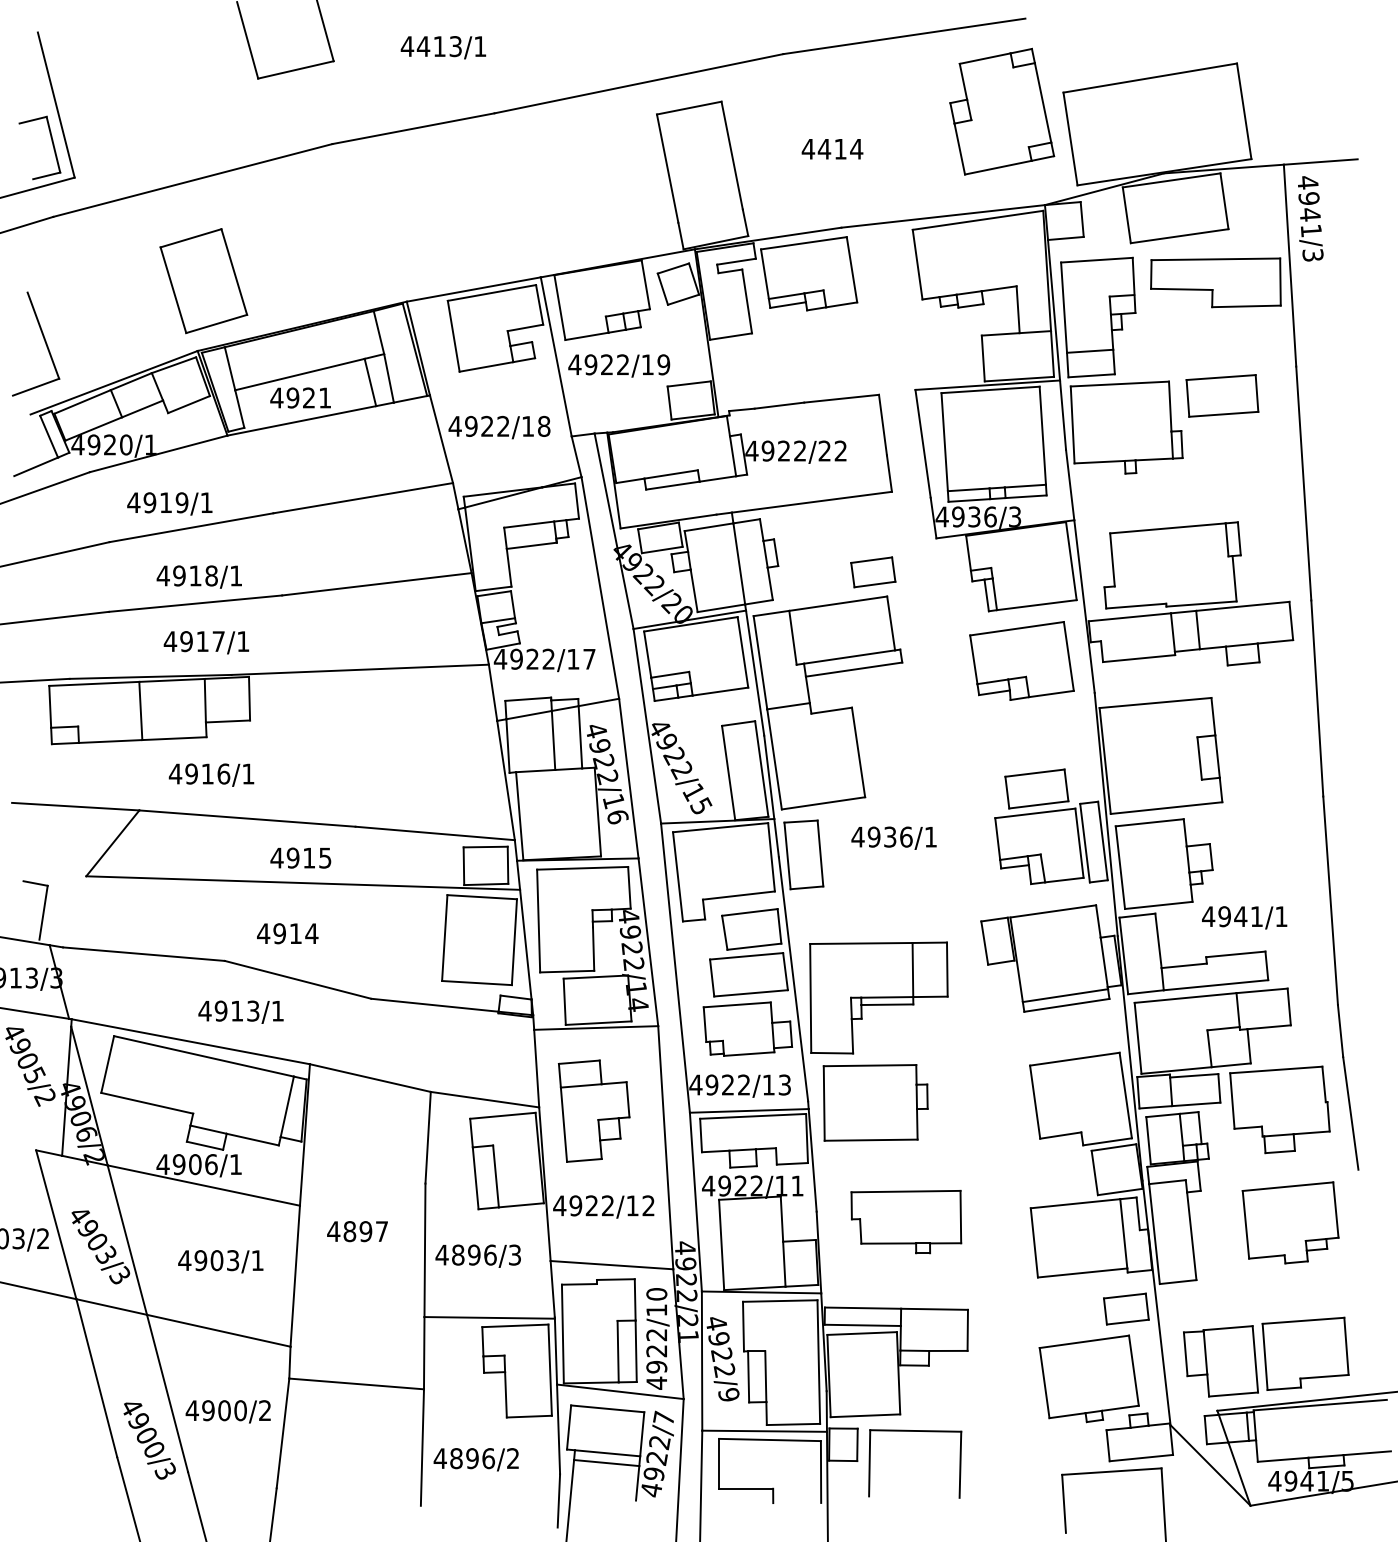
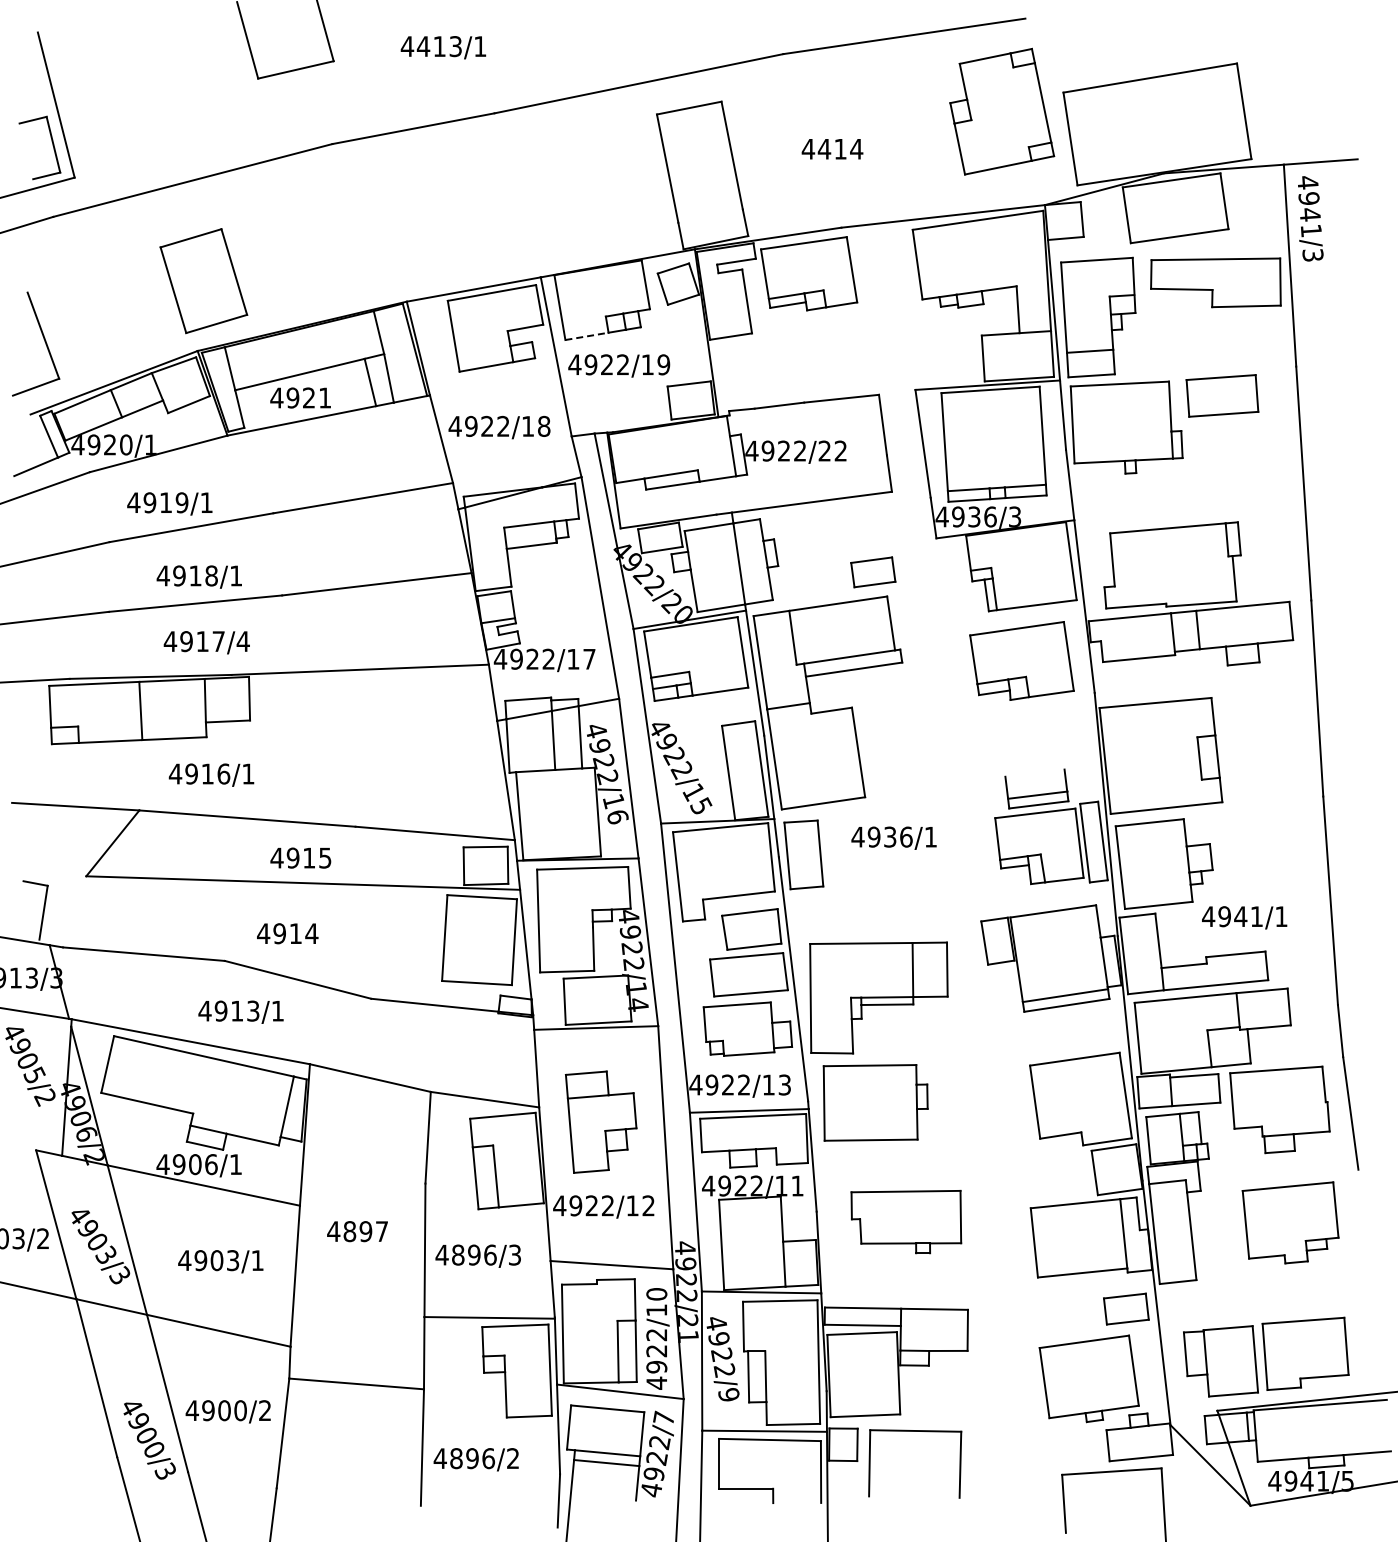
line at (586, 336): solid -> dashed
text at (242, 641): 4917/1 -> 4917/4
line at (1034, 772) position: (1034, 772) -> (1037, 794)
part at (594, 1110) position: (594, 1110) -> (601, 1121)
